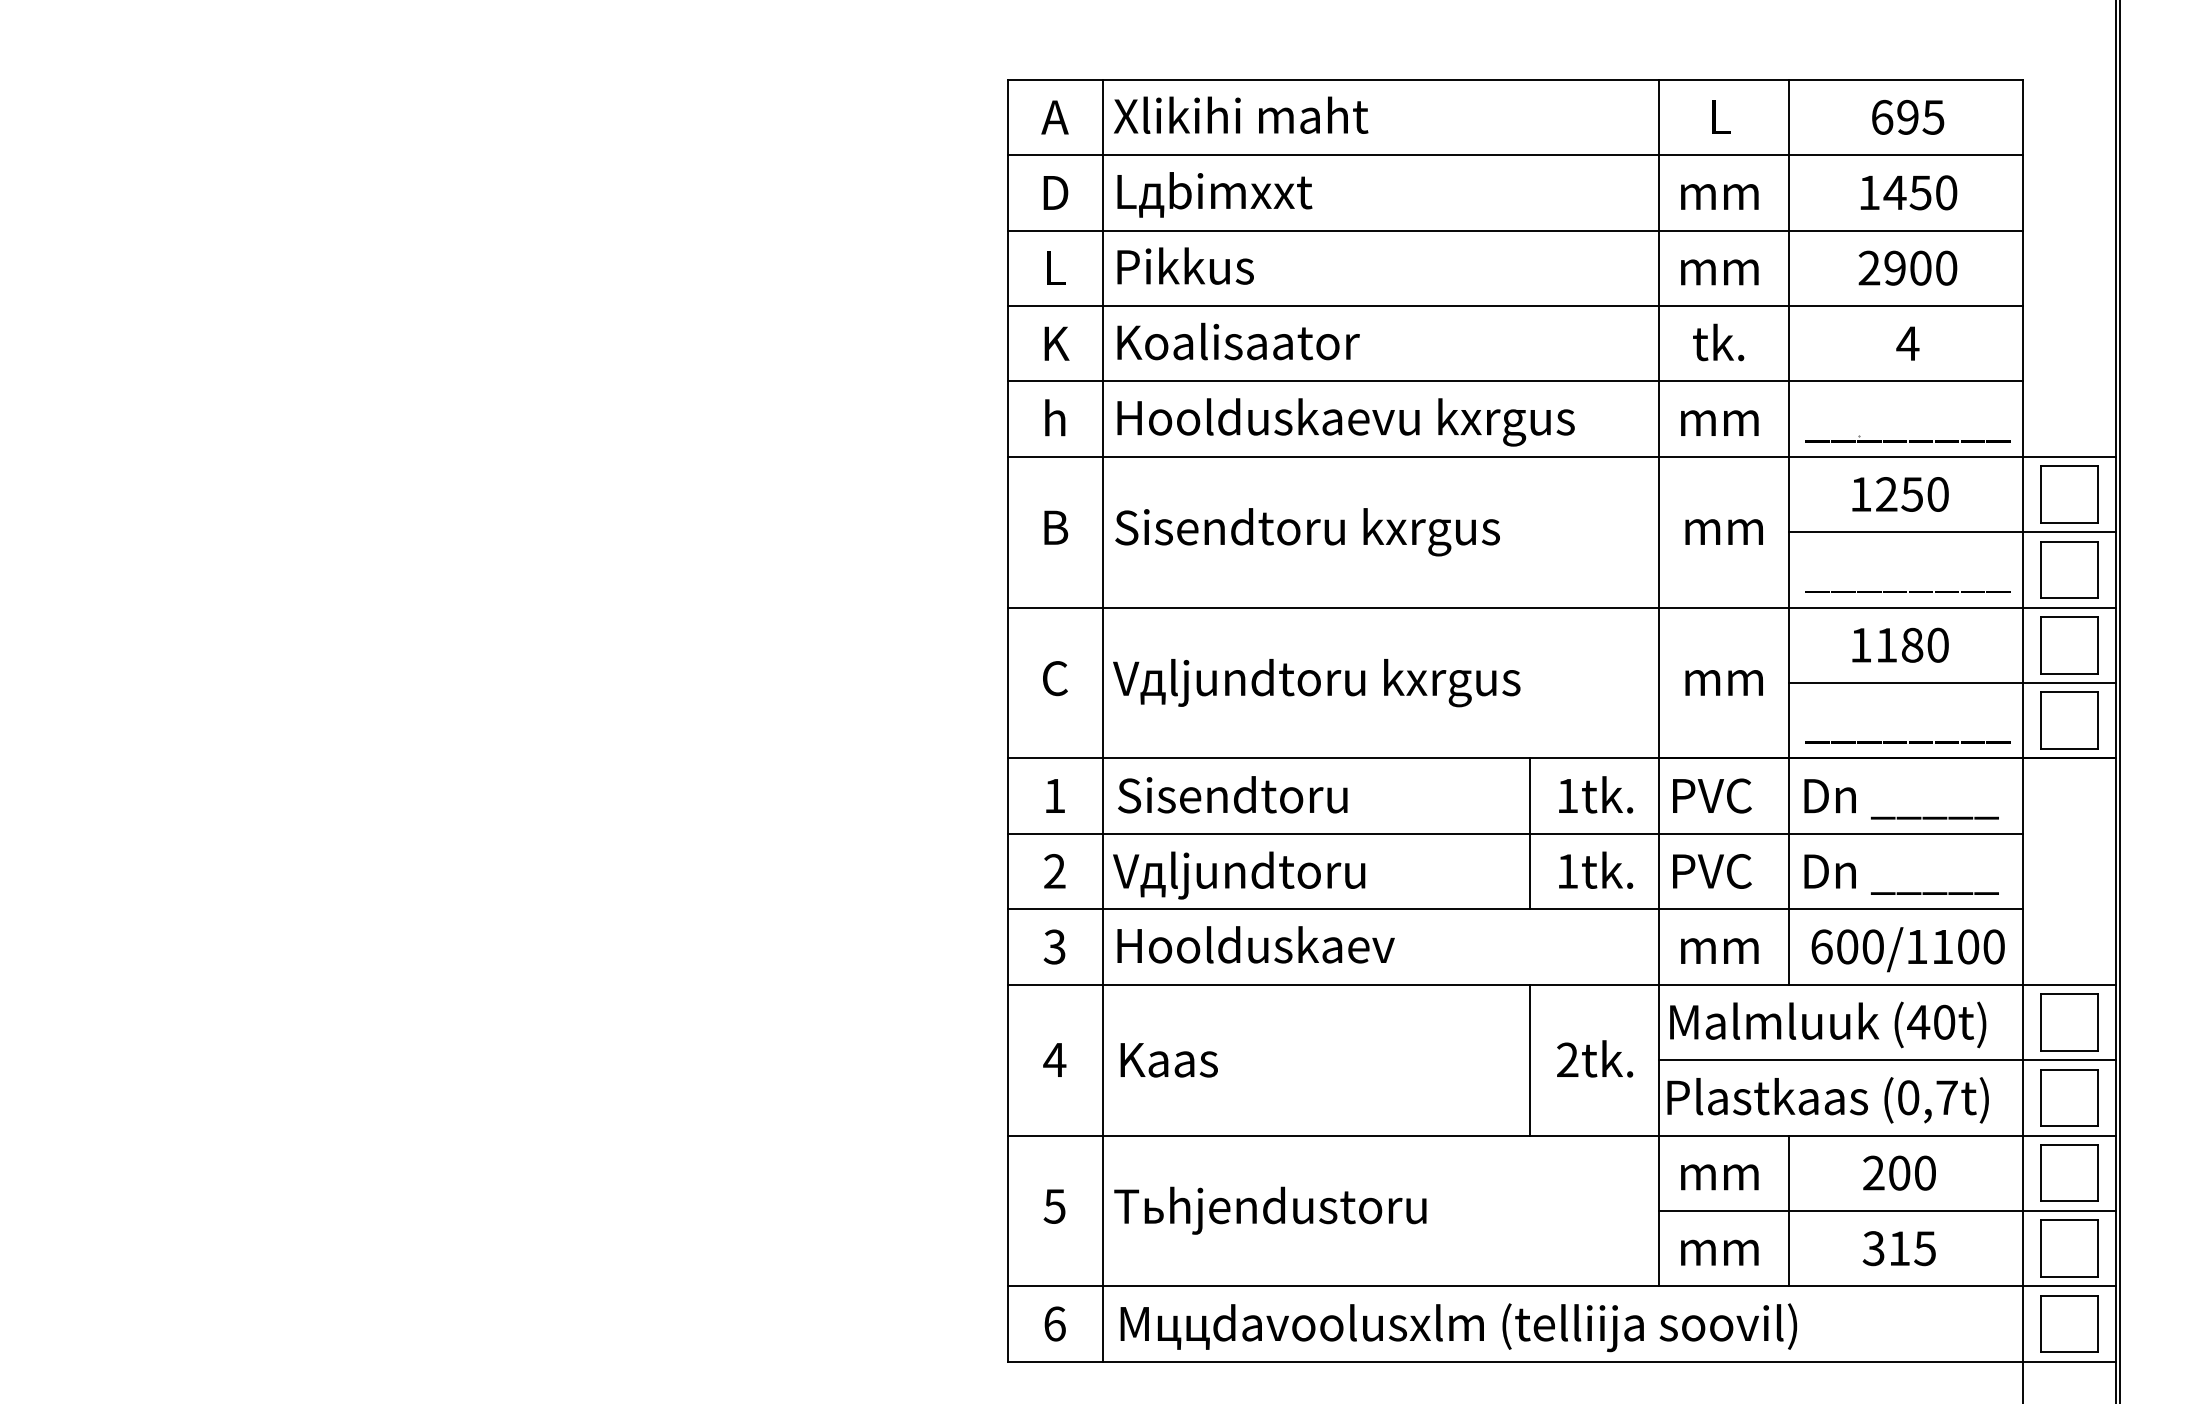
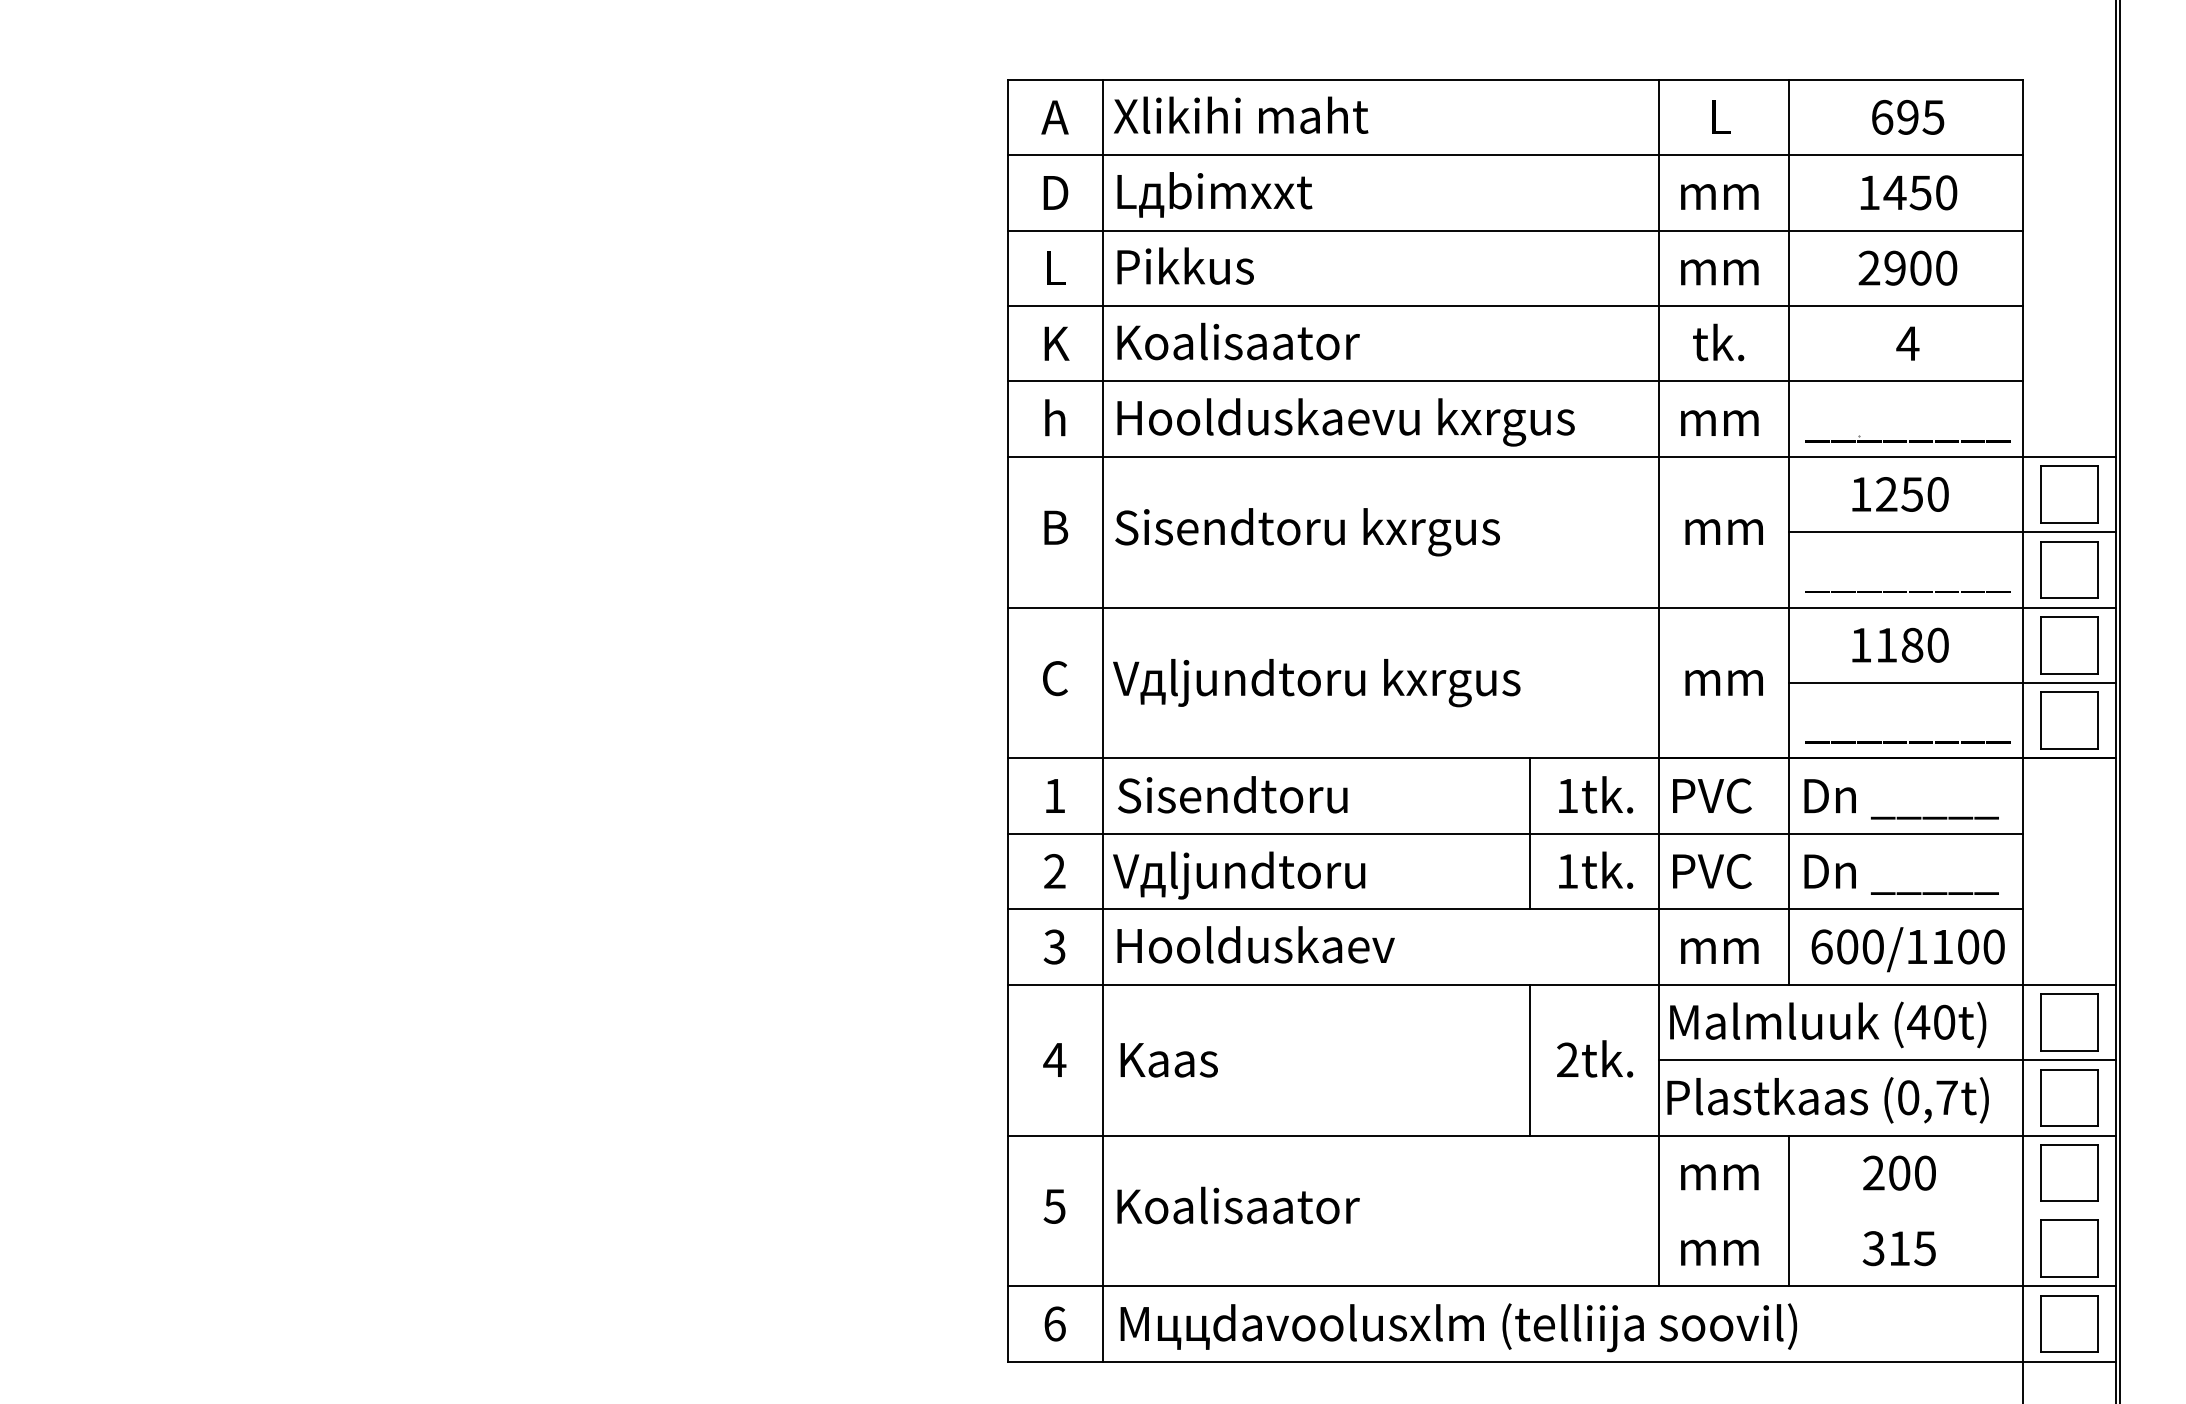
text at (1270, 1210): Tьhjendustoru -> Koalisaator
line at (1887, 1210): present -> none
